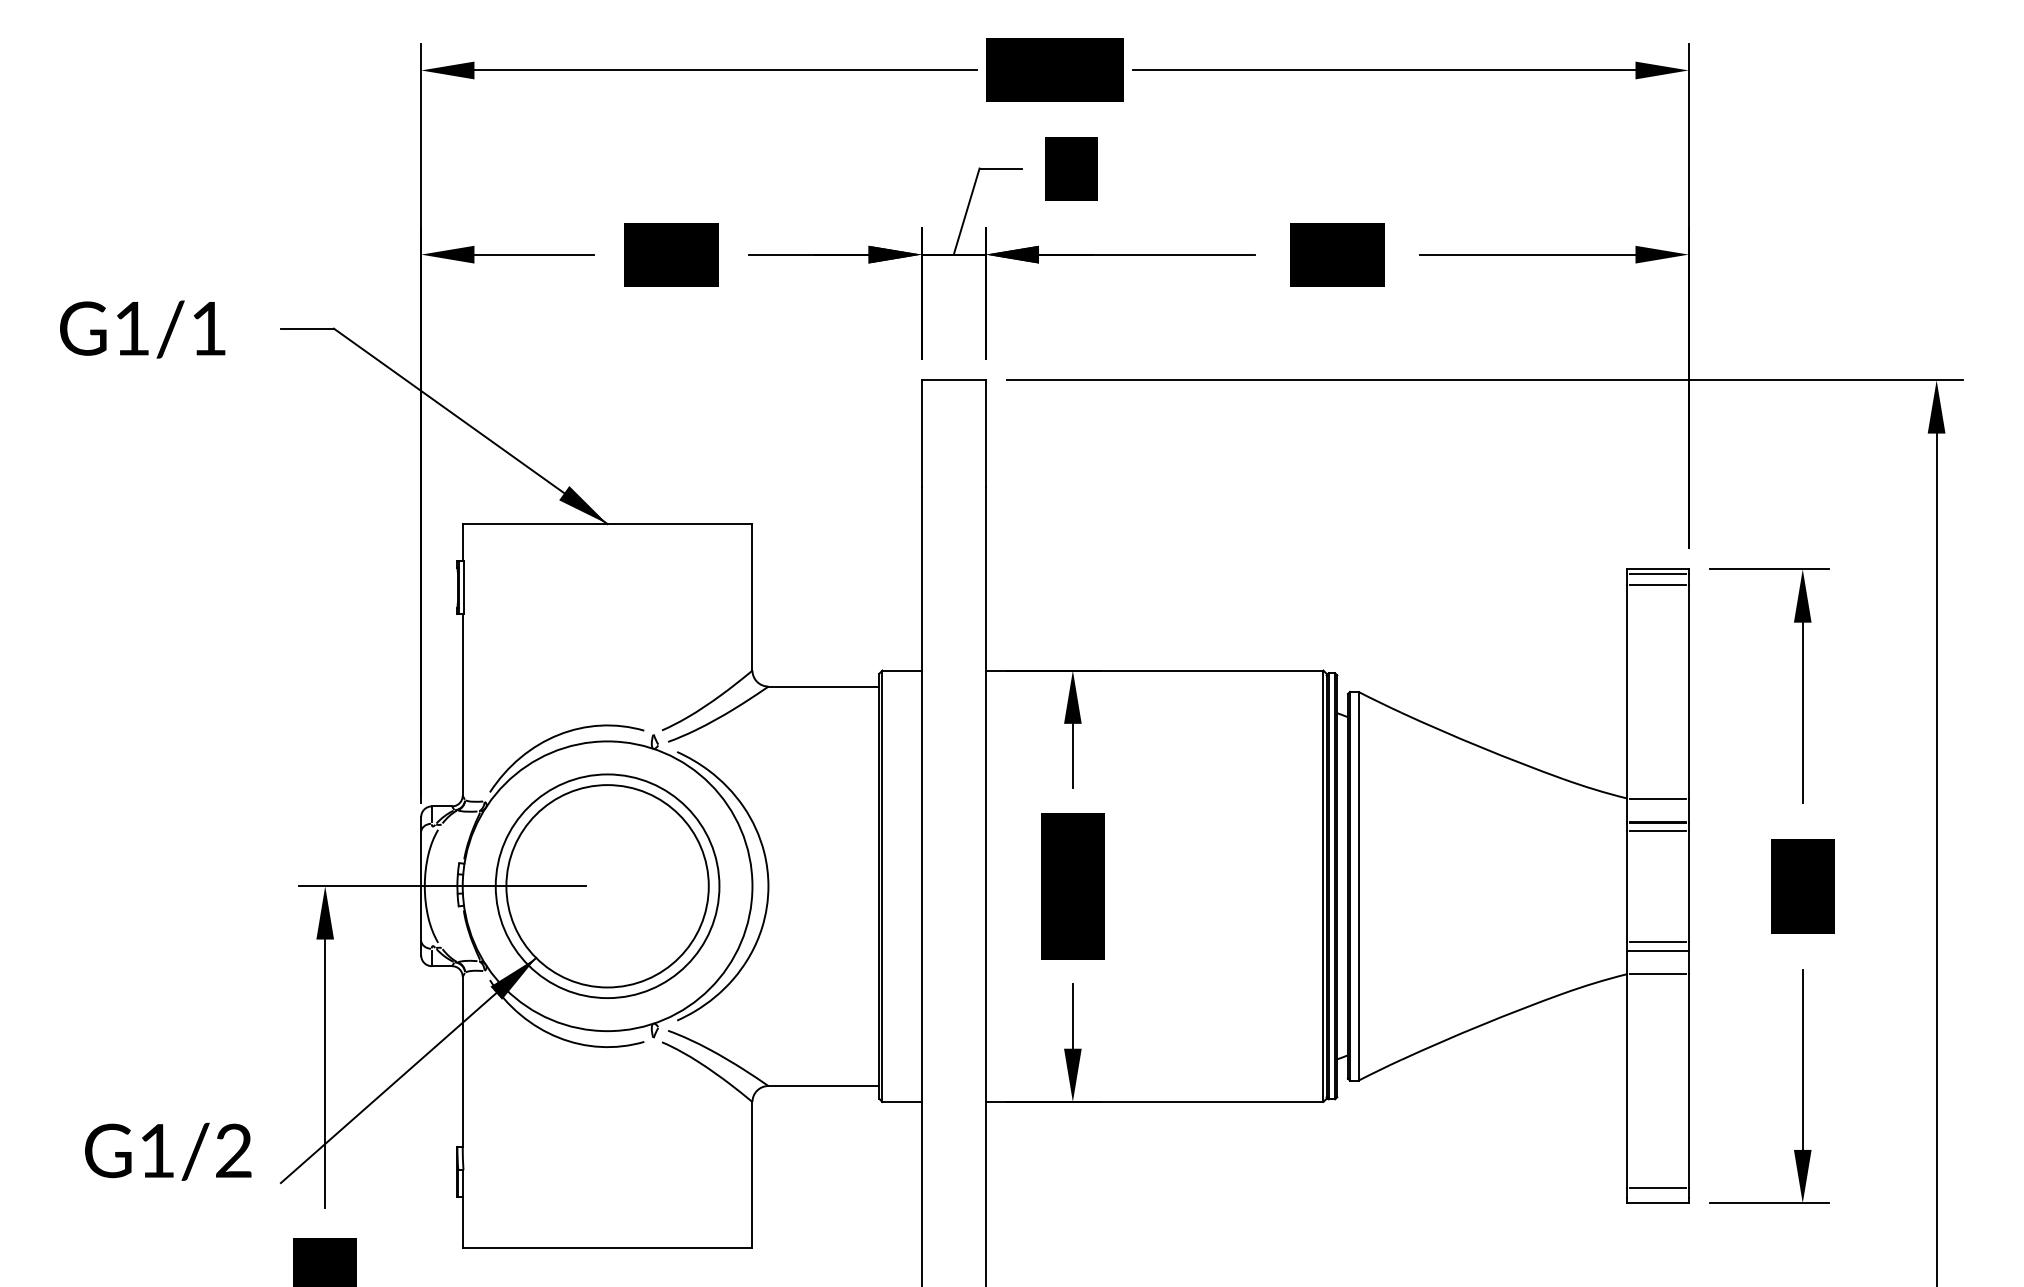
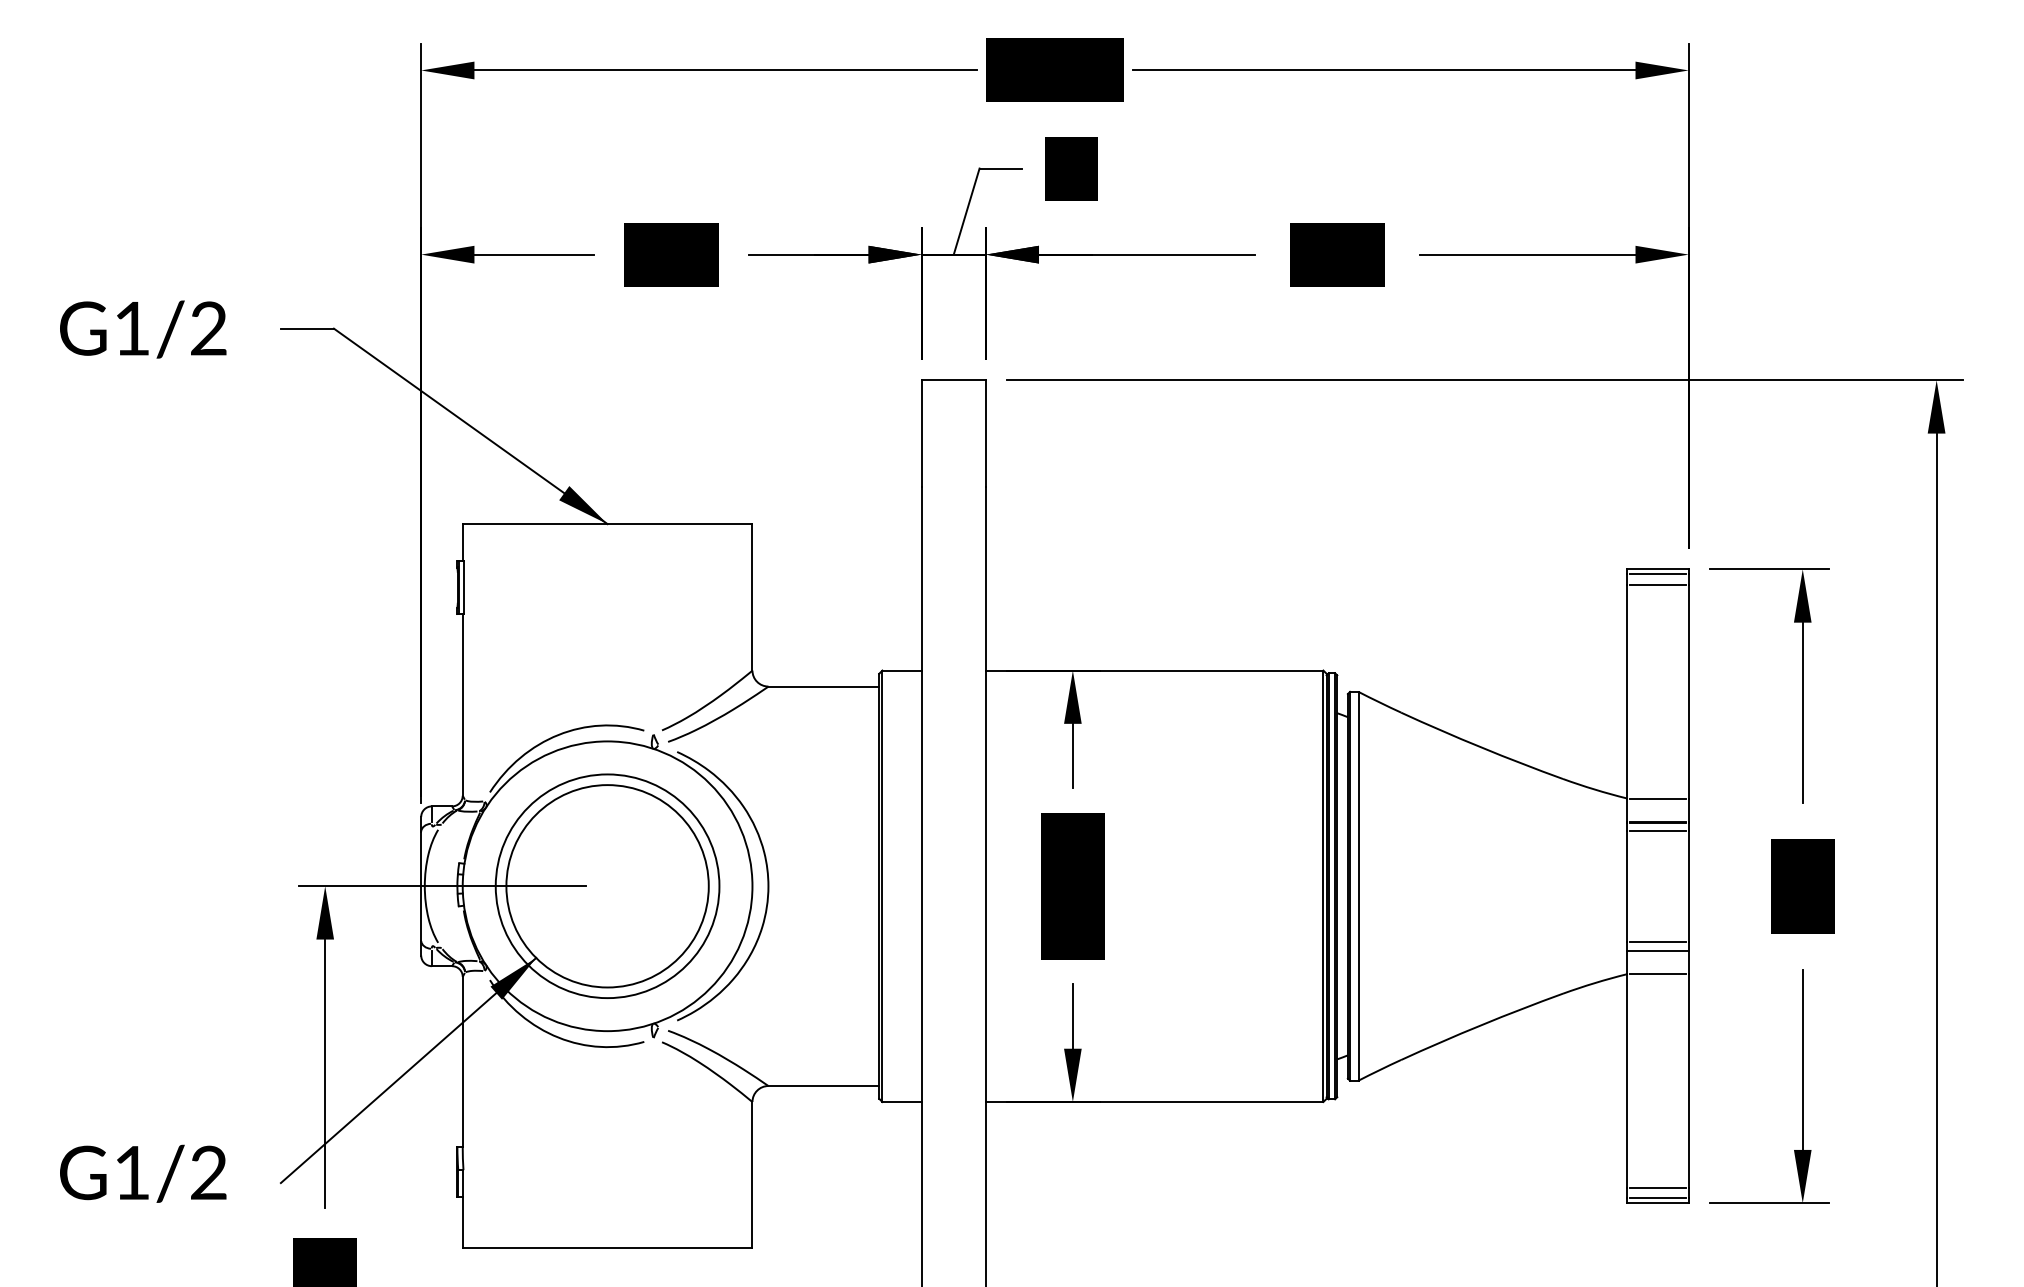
text at (208, 328): G1/1 -> G1/2
text at (168, 1151) position: (168, 1151) -> (143, 1173)
line at (1657, 1198): none -> present
